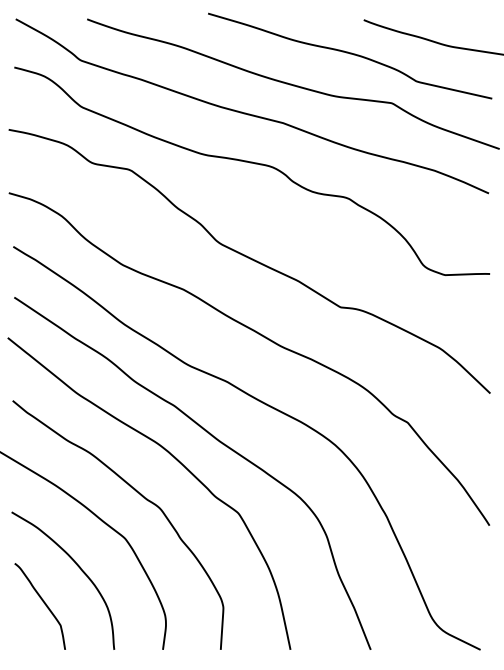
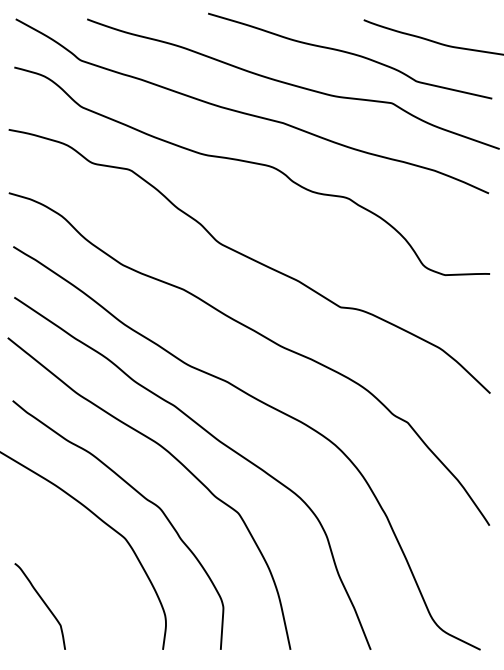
curve at (77, 566): present -> none
